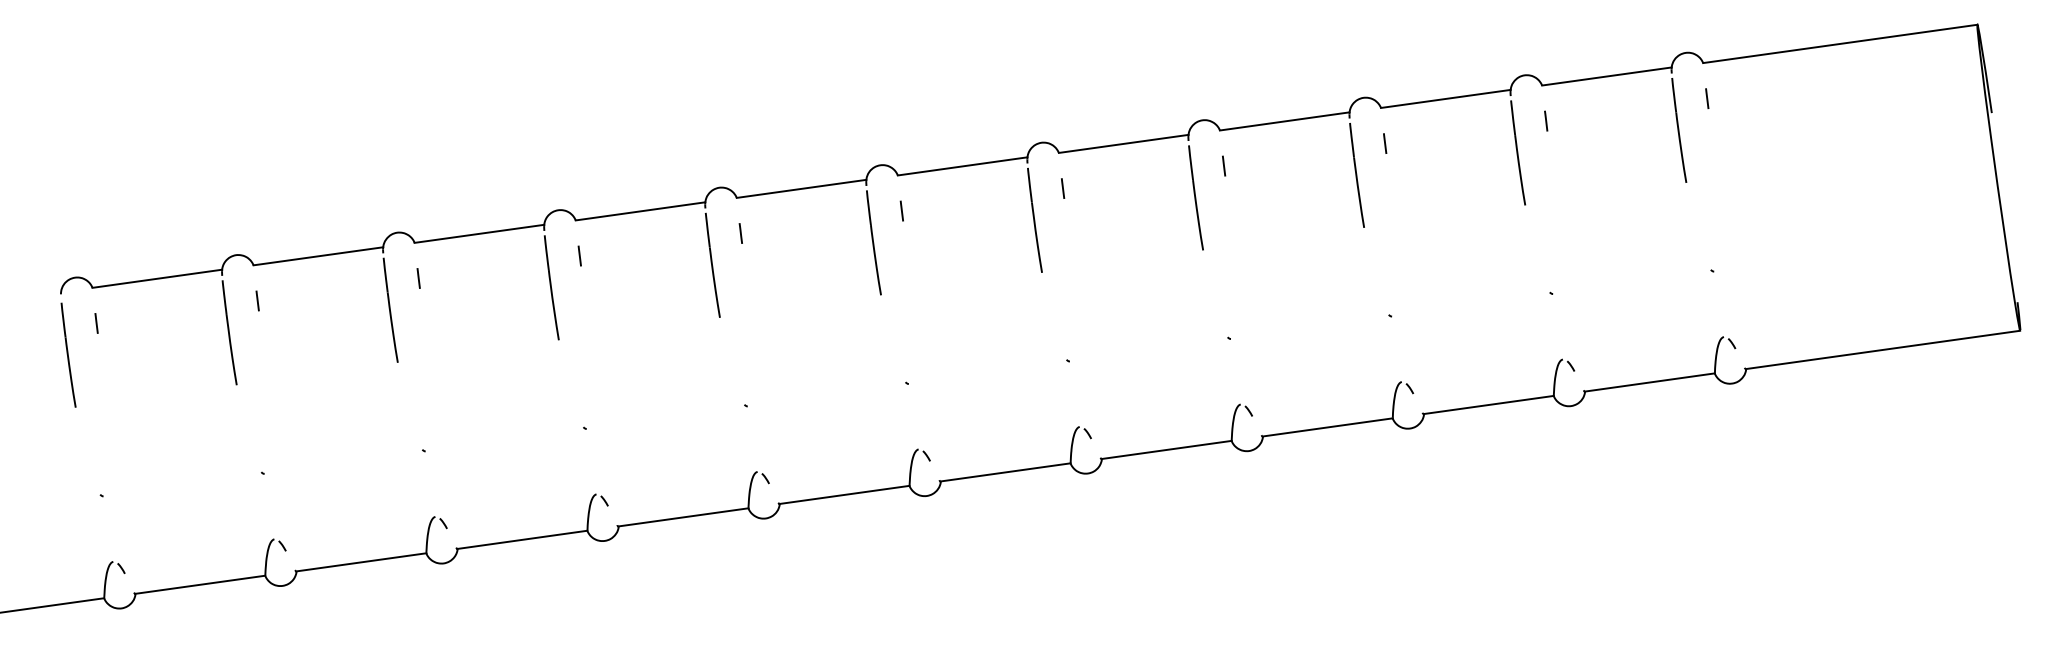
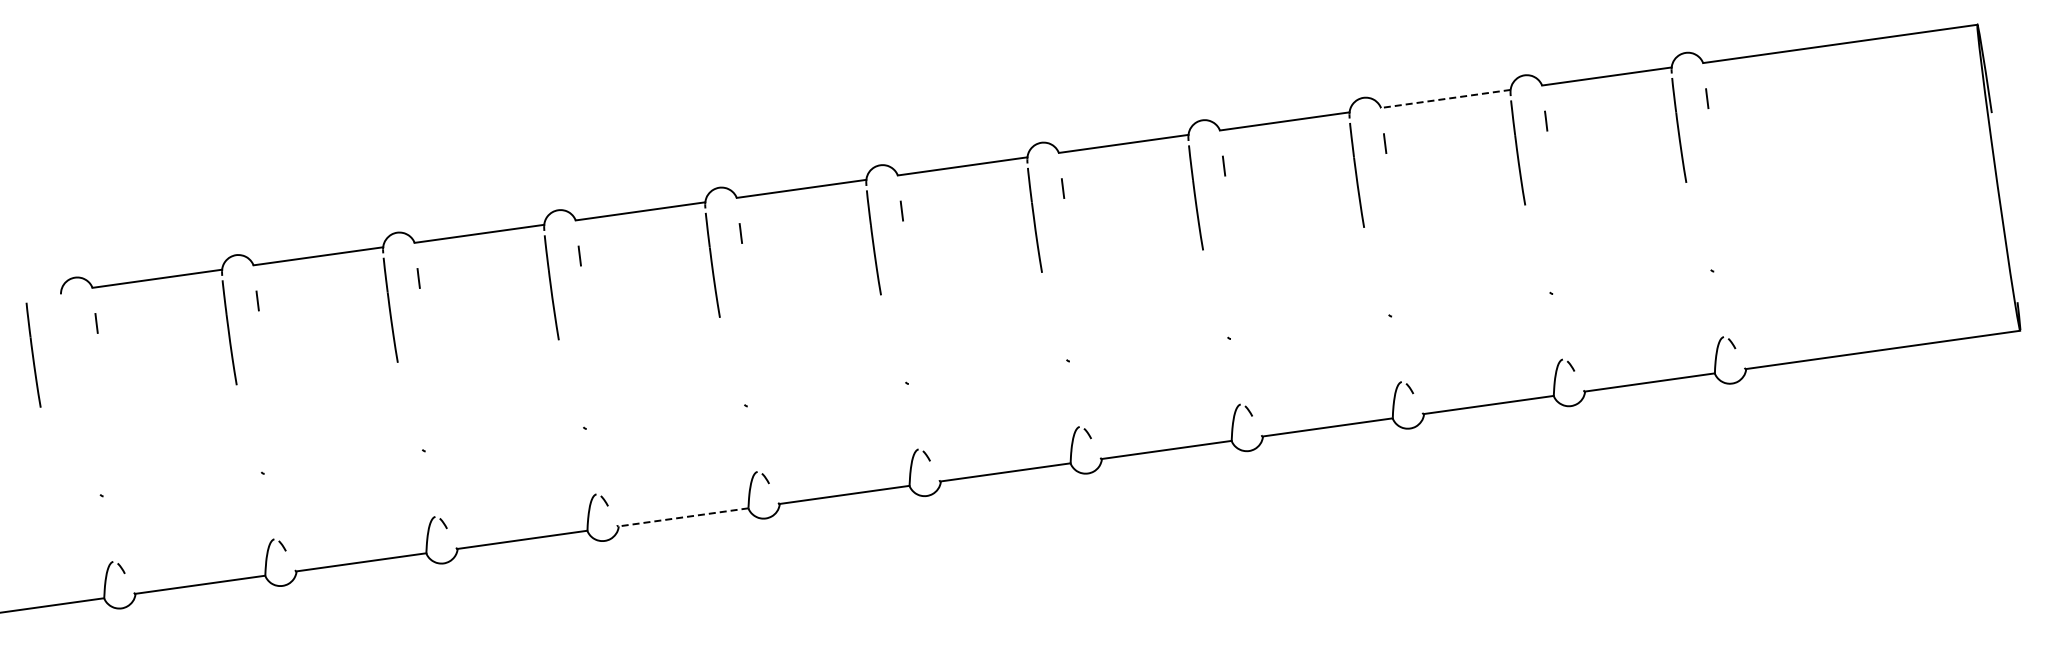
line at (1445, 99): solid -> dashed
line at (68, 354) position: (68, 354) -> (33, 354)
line at (683, 517): solid -> dashed
